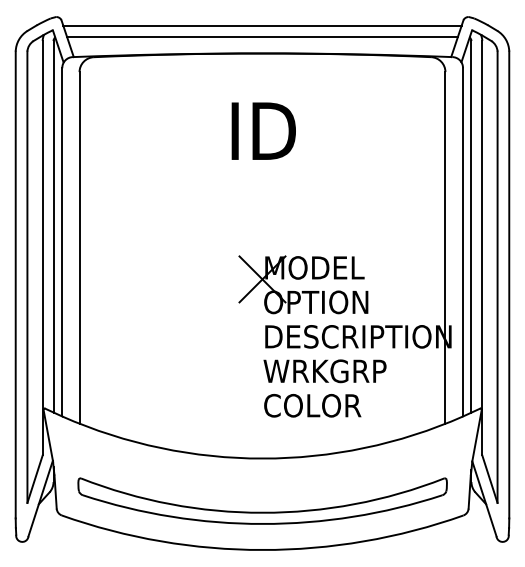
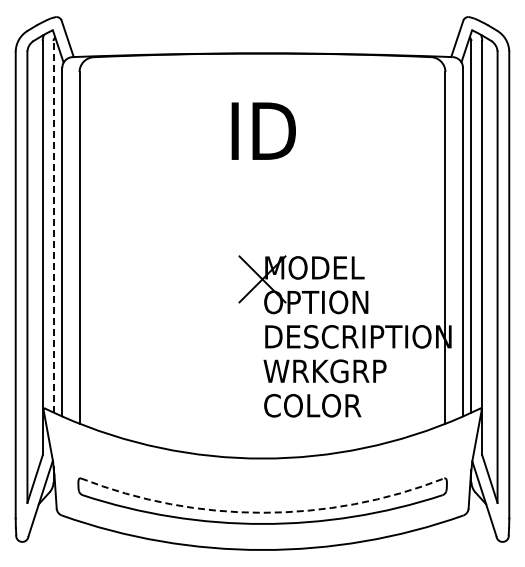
line at (262, 25): present -> none
line at (262, 36): present -> none
line at (53, 226): solid -> dashed
arc at (262, 512): solid -> dashed
